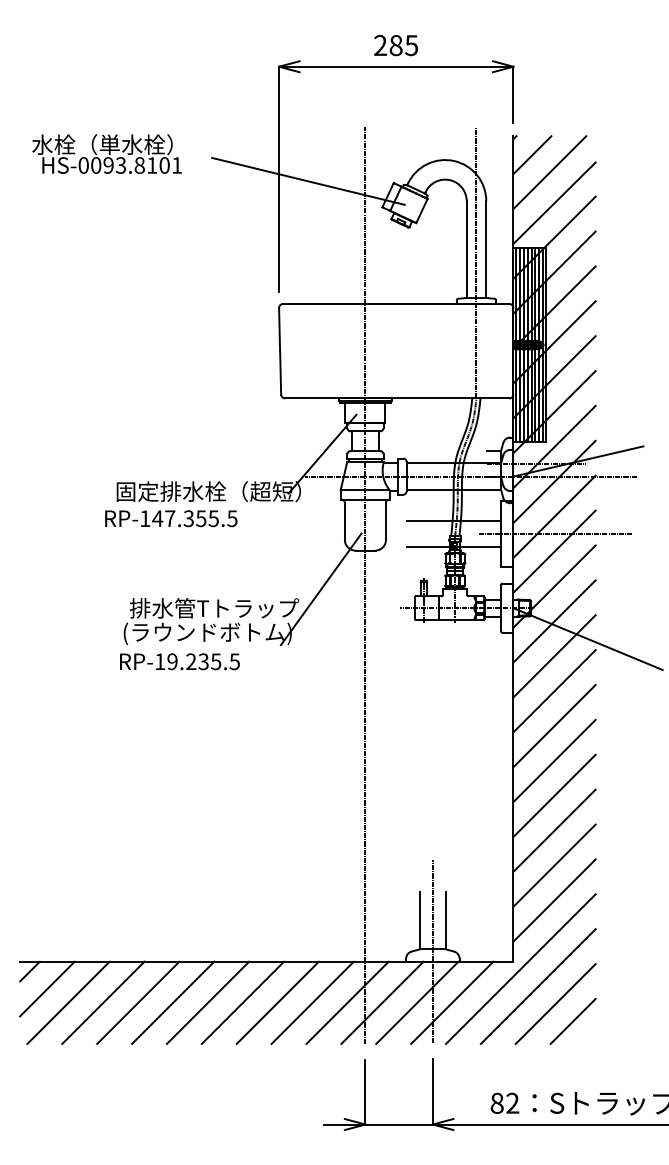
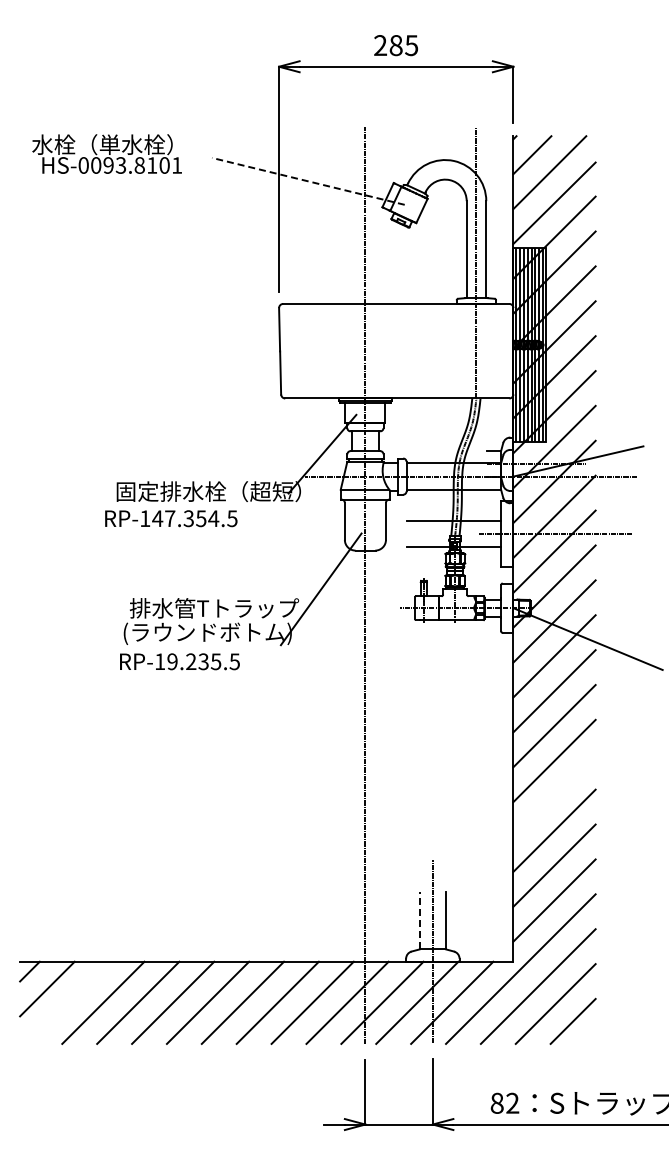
line at (307, 181): solid -> dashed
text at (213, 518): RP-147.355.5 -> RP-147.354.5
line at (554, 795): present -> none
line at (419, 920): solid -> dashed
line at (68, 1002): present -> none
